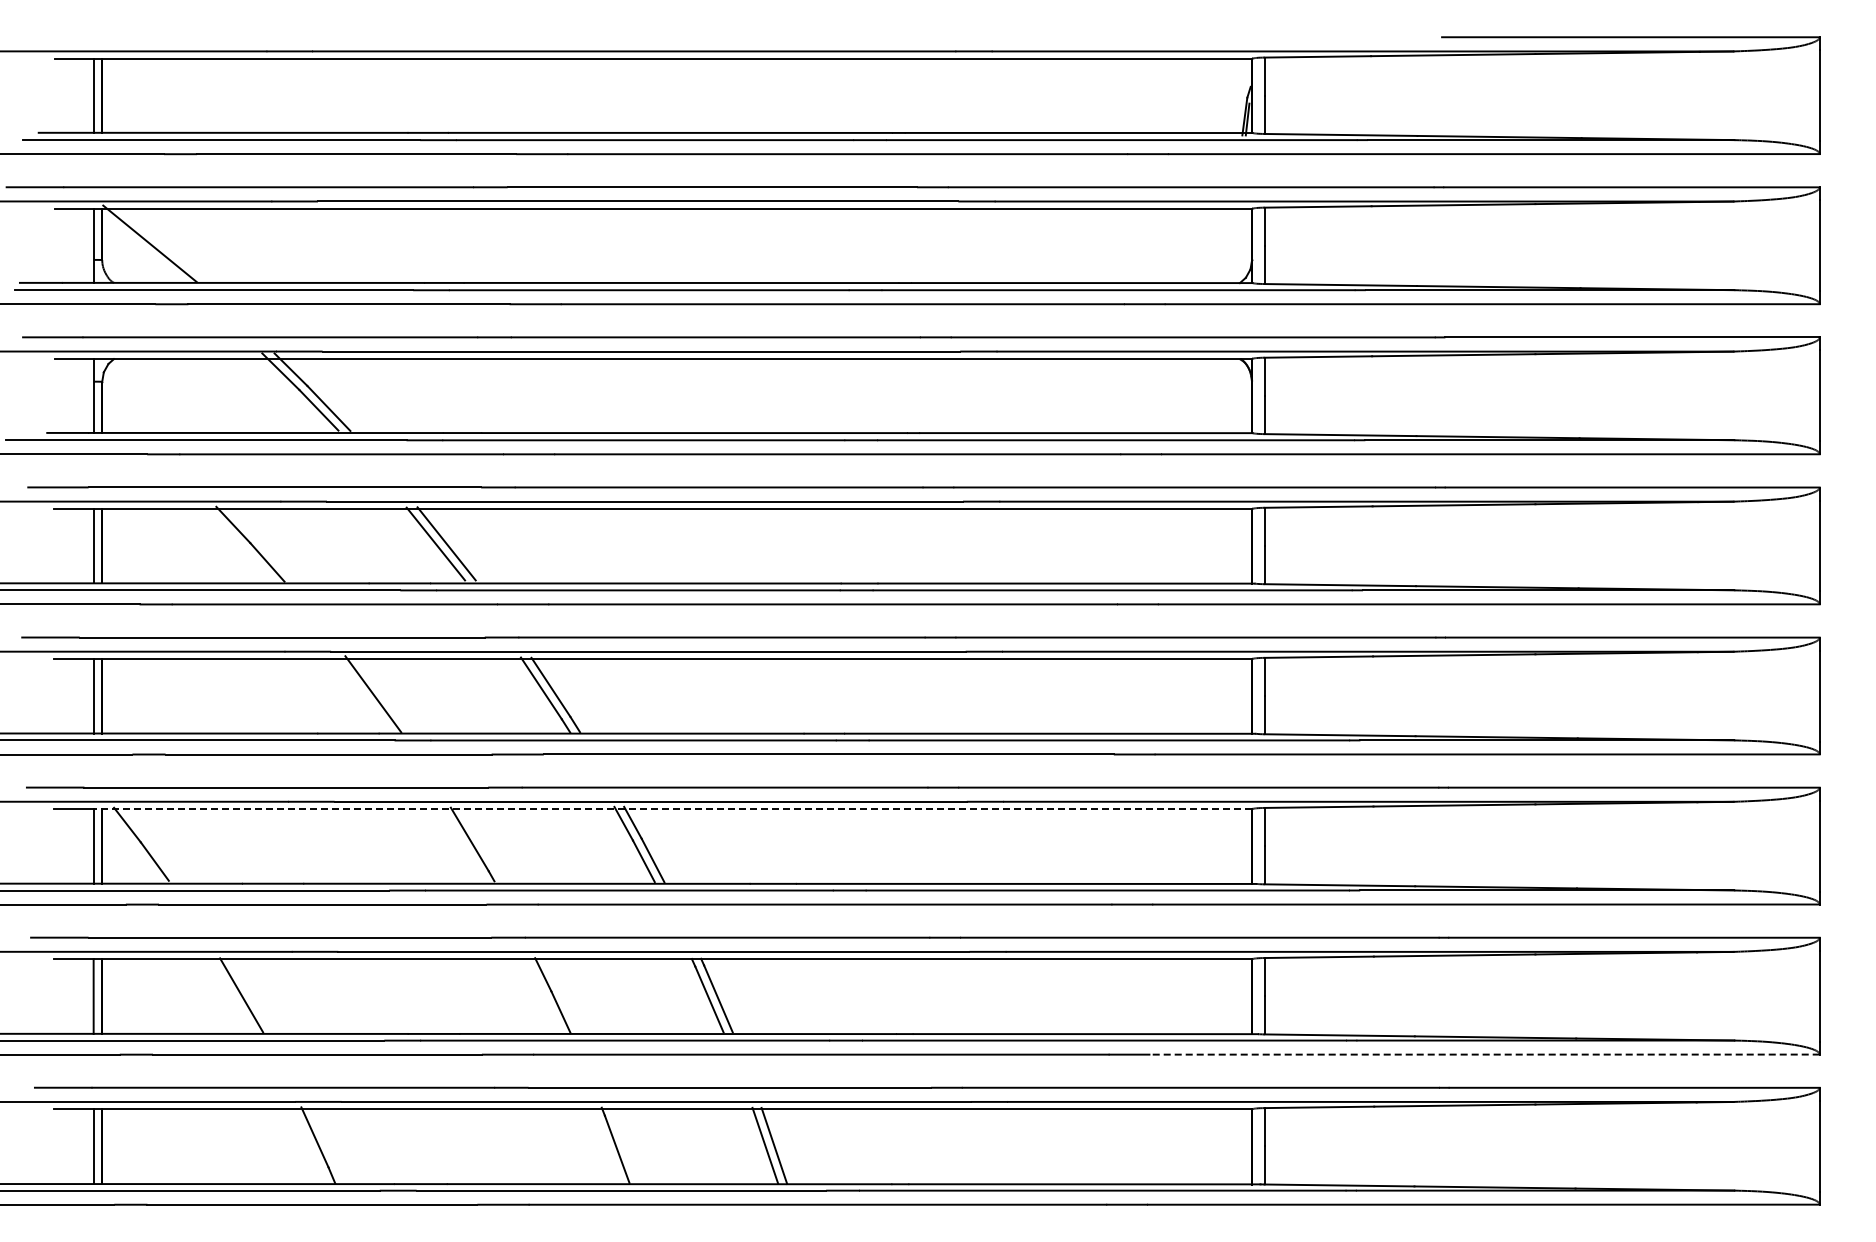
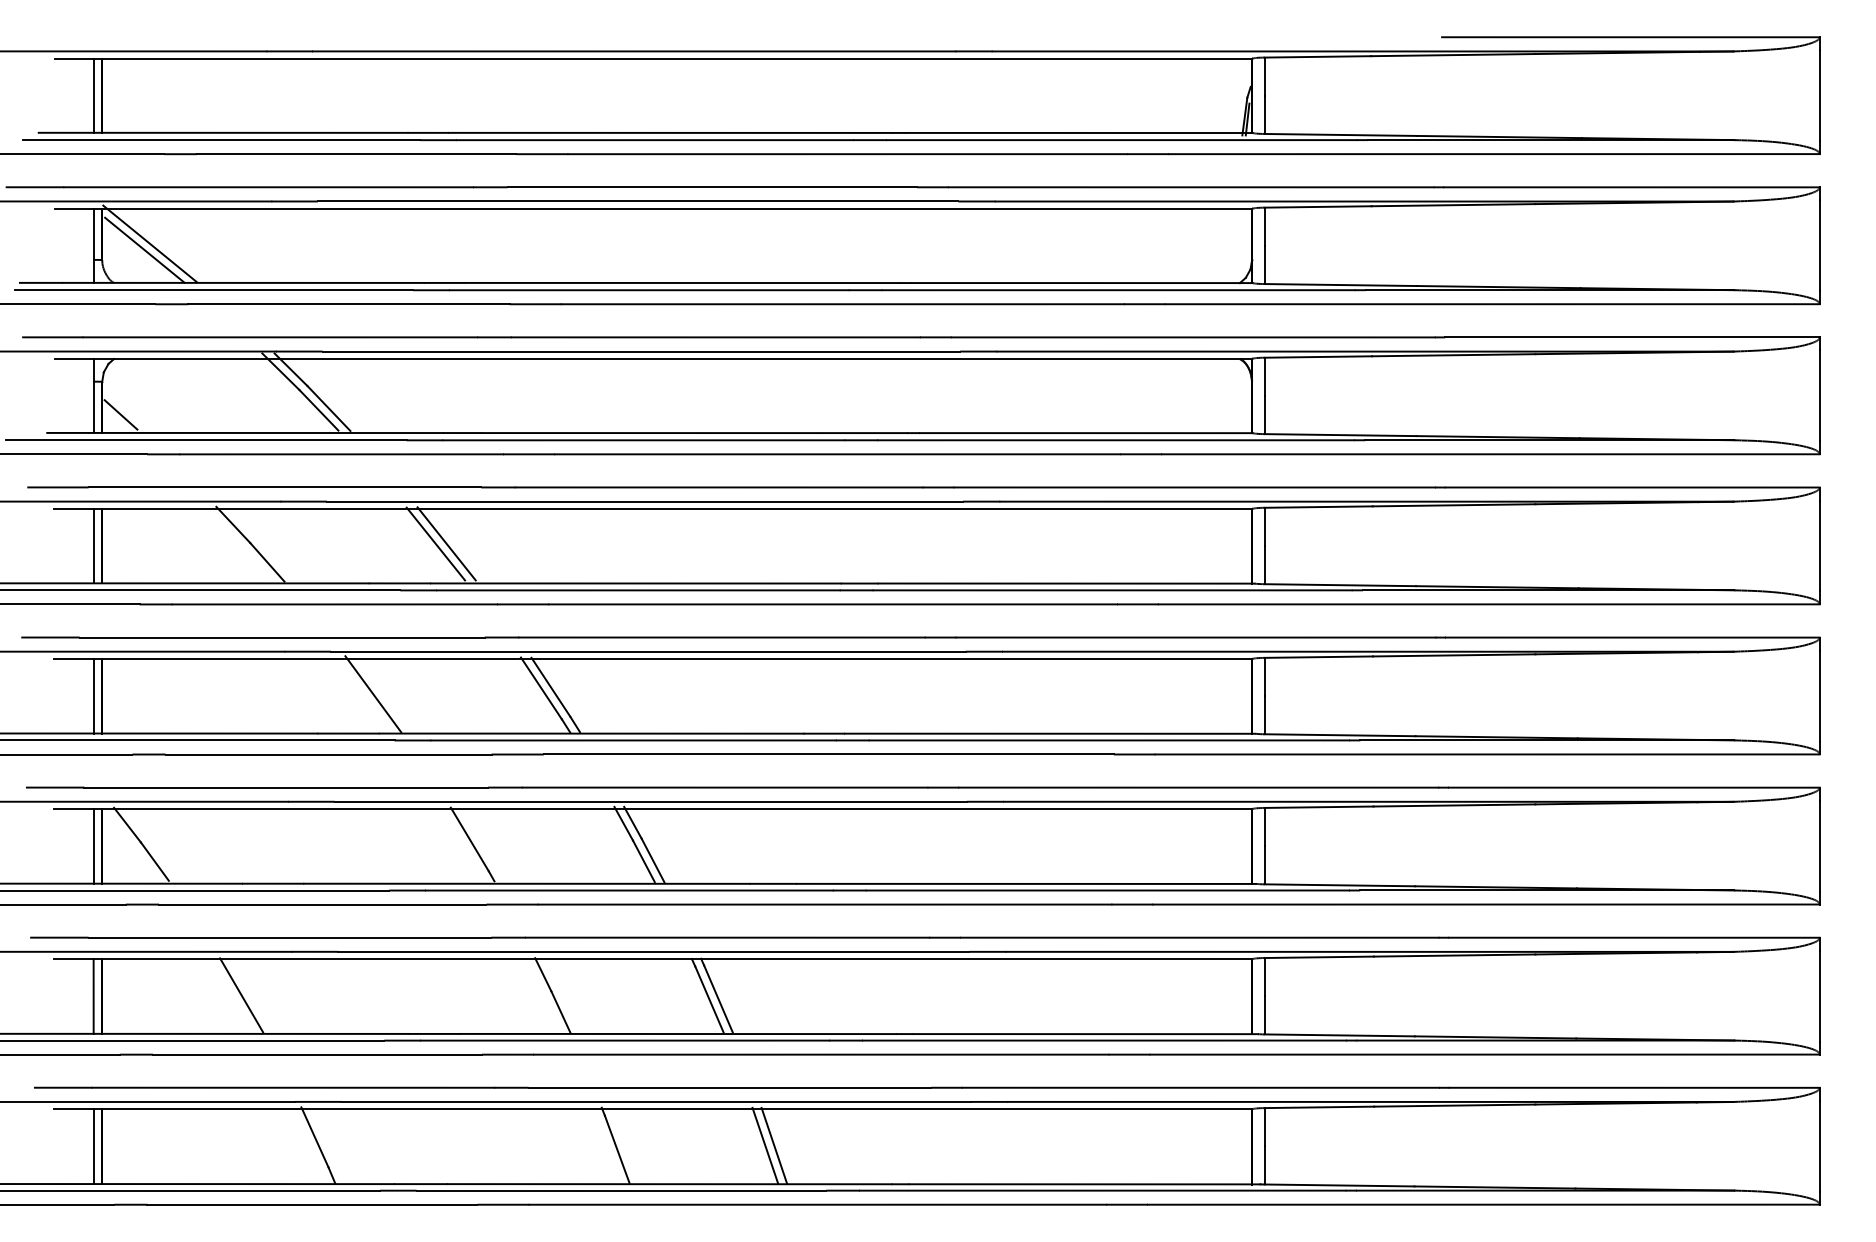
line at (144, 249): none -> present
line at (120, 414): none -> present
line at (672, 809): dashed -> solid
line at (1485, 1054): dashed -> solid
